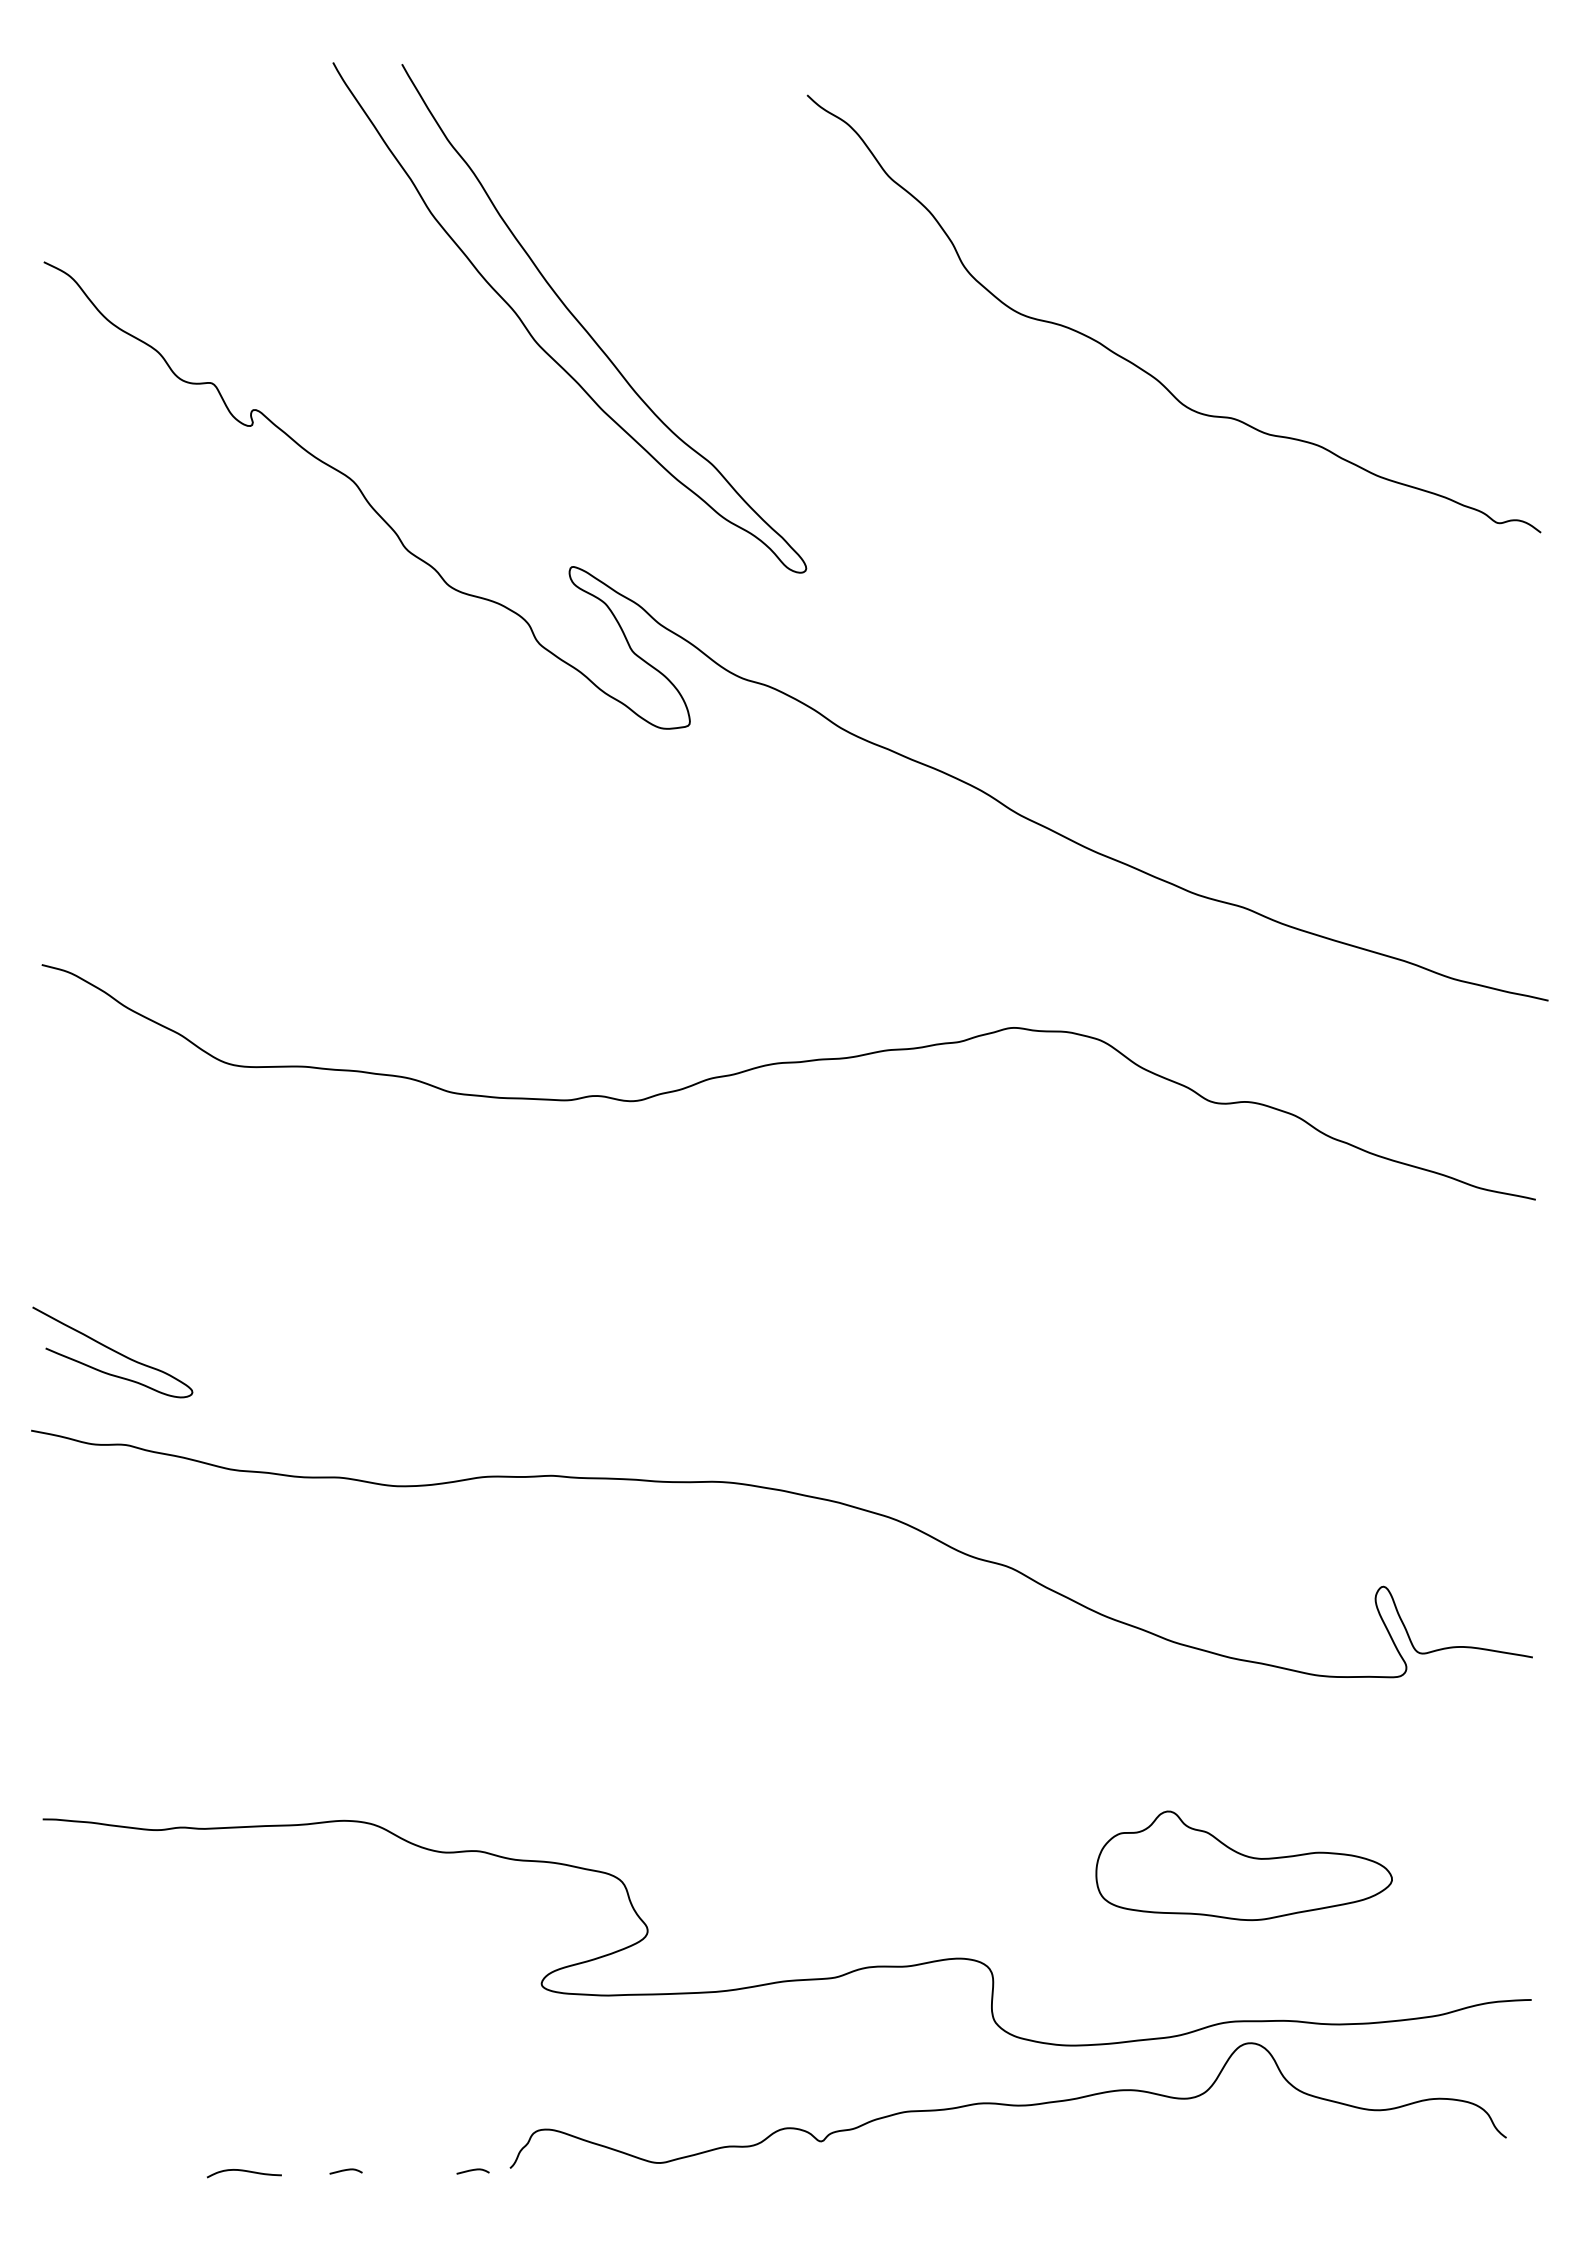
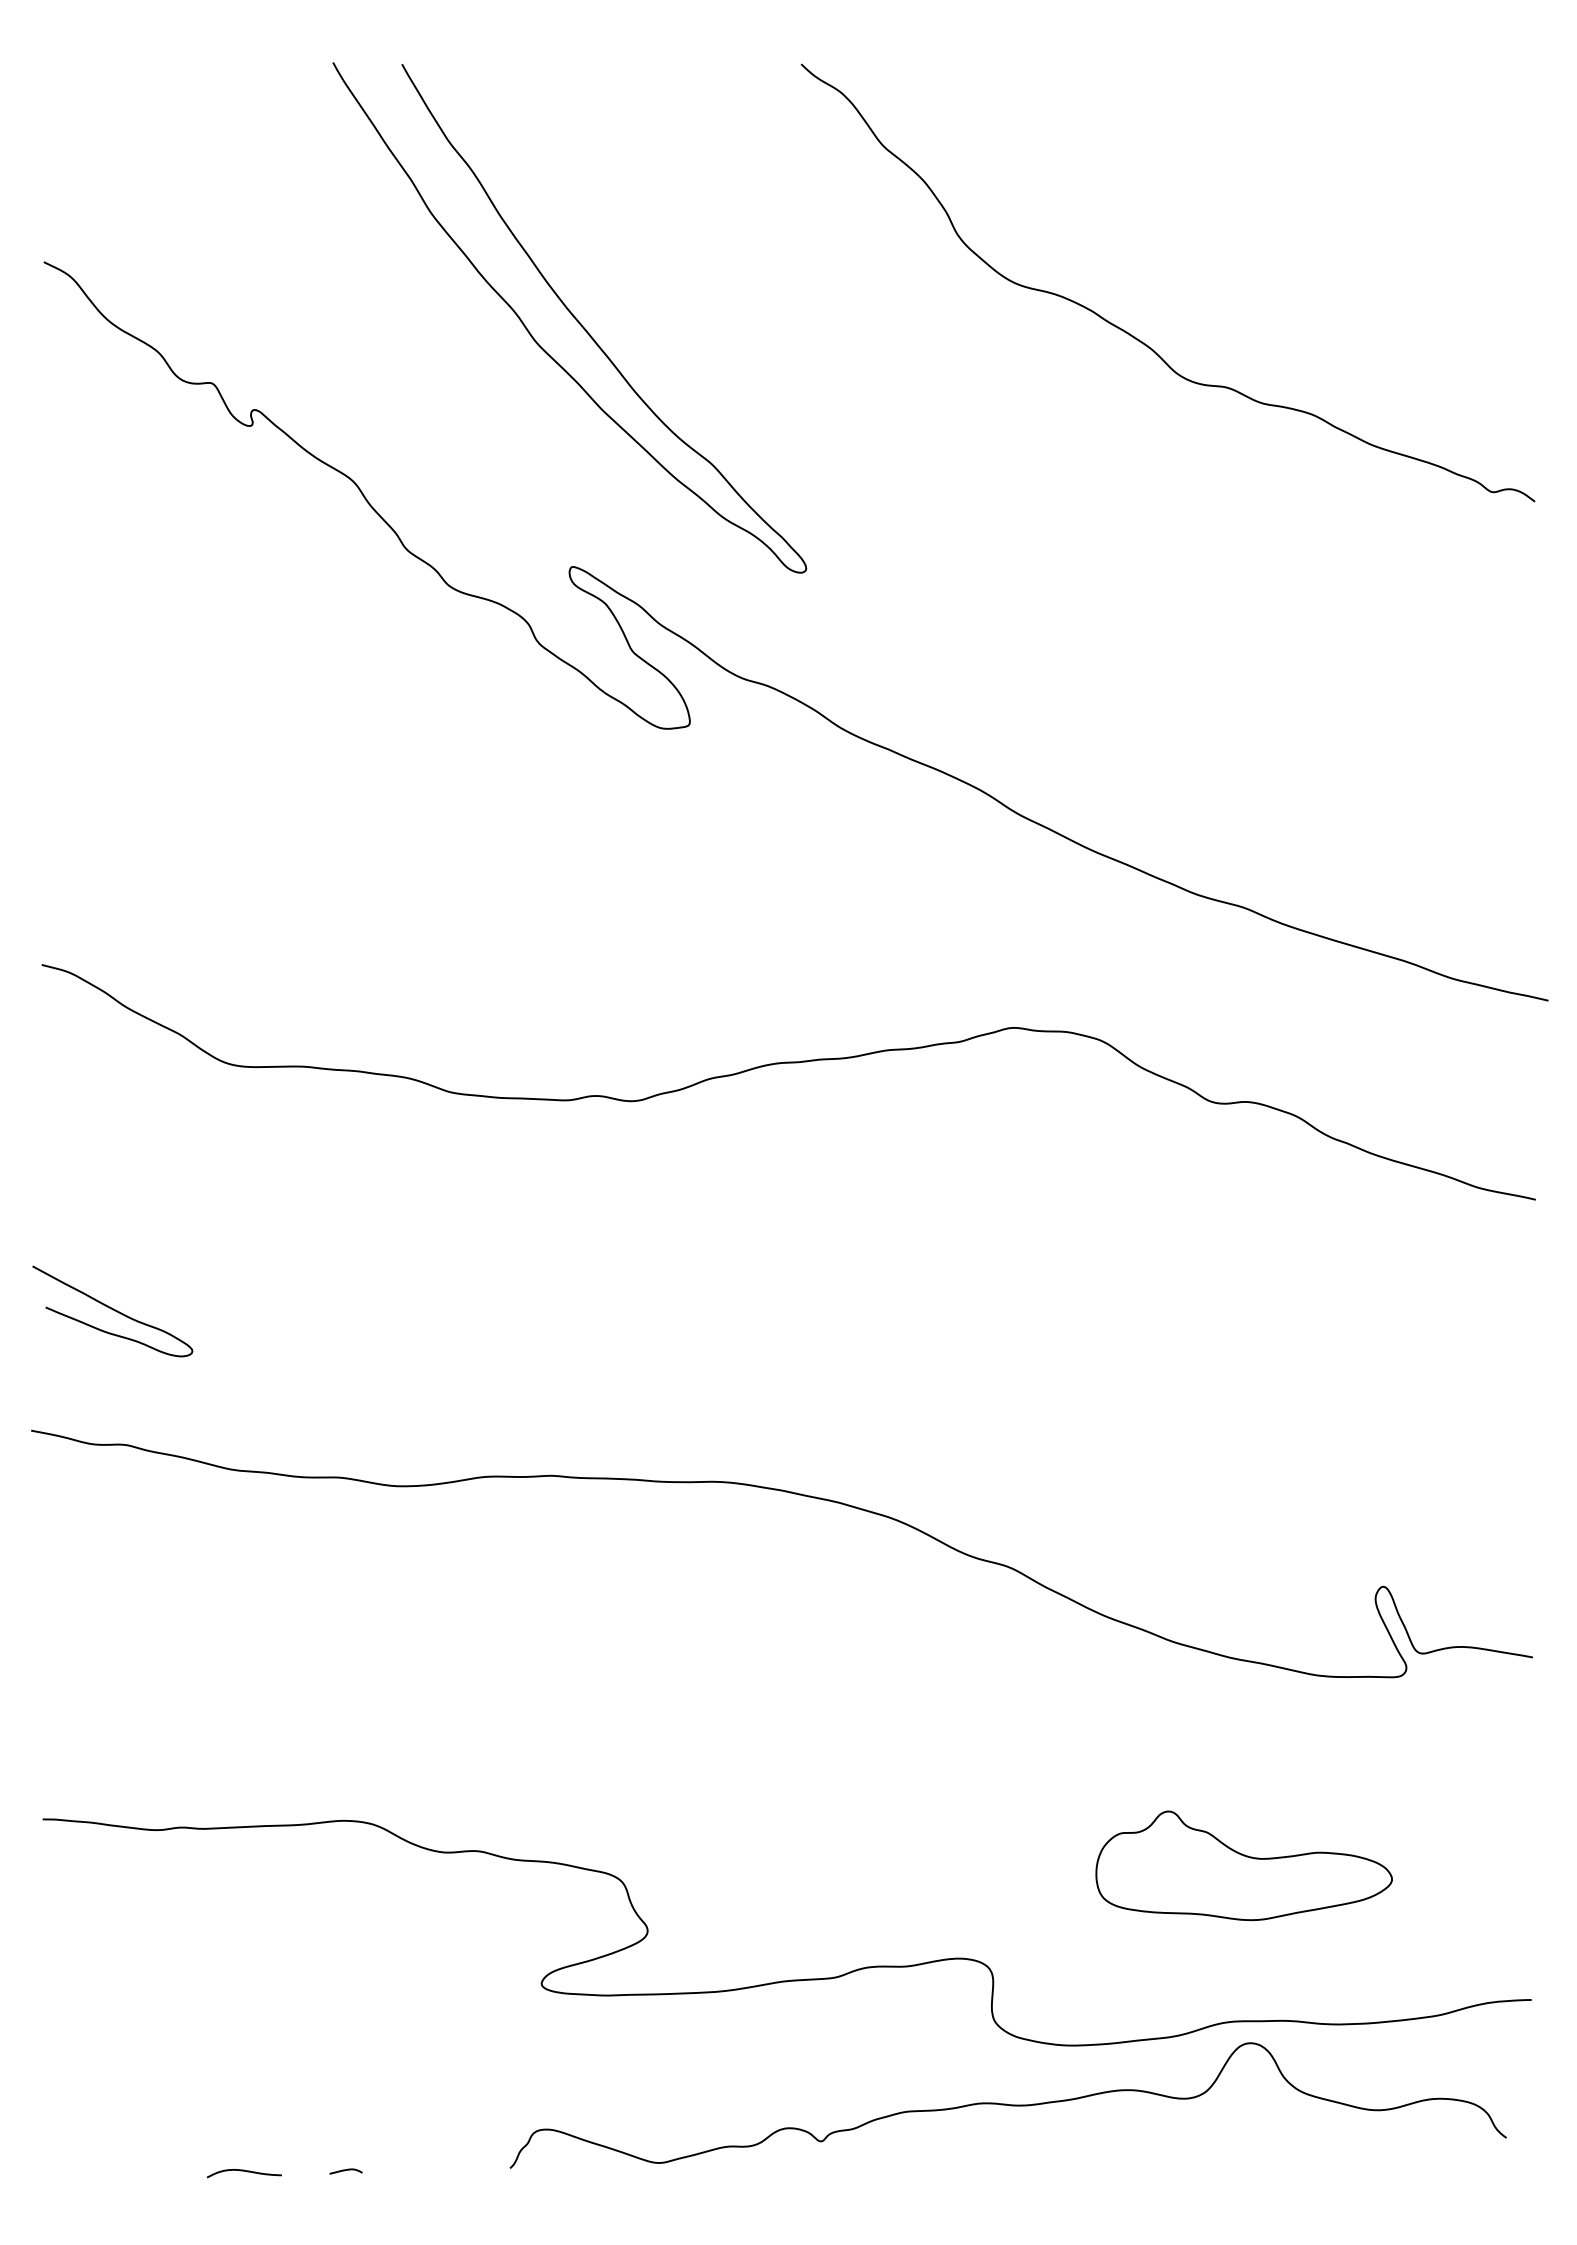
curve at (1139, 366) position: (1139, 366) -> (1133, 335)
curve at (113, 1351) position: (113, 1351) -> (113, 1310)
curve at (472, 2170): present -> none
